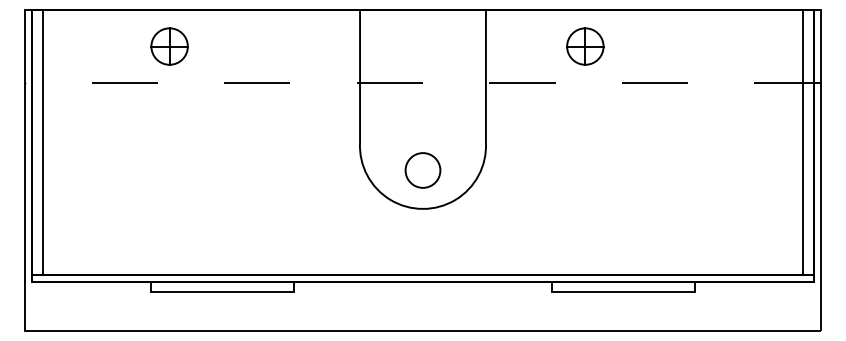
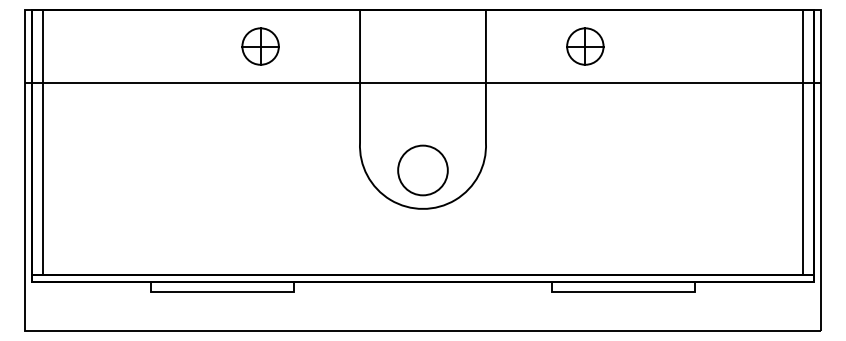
part at (169, 46) position: (169, 46) -> (260, 46)
line at (423, 83): dashed -> solid
circle at (422, 170) diameter: 35 px -> 50 px
